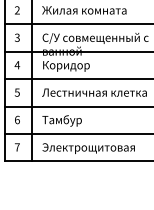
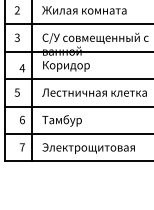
text at (17, 65) position: (17, 65) -> (22, 68)
text at (17, 119) position: (17, 119) -> (22, 119)
text at (17, 147) position: (17, 147) -> (22, 147)
